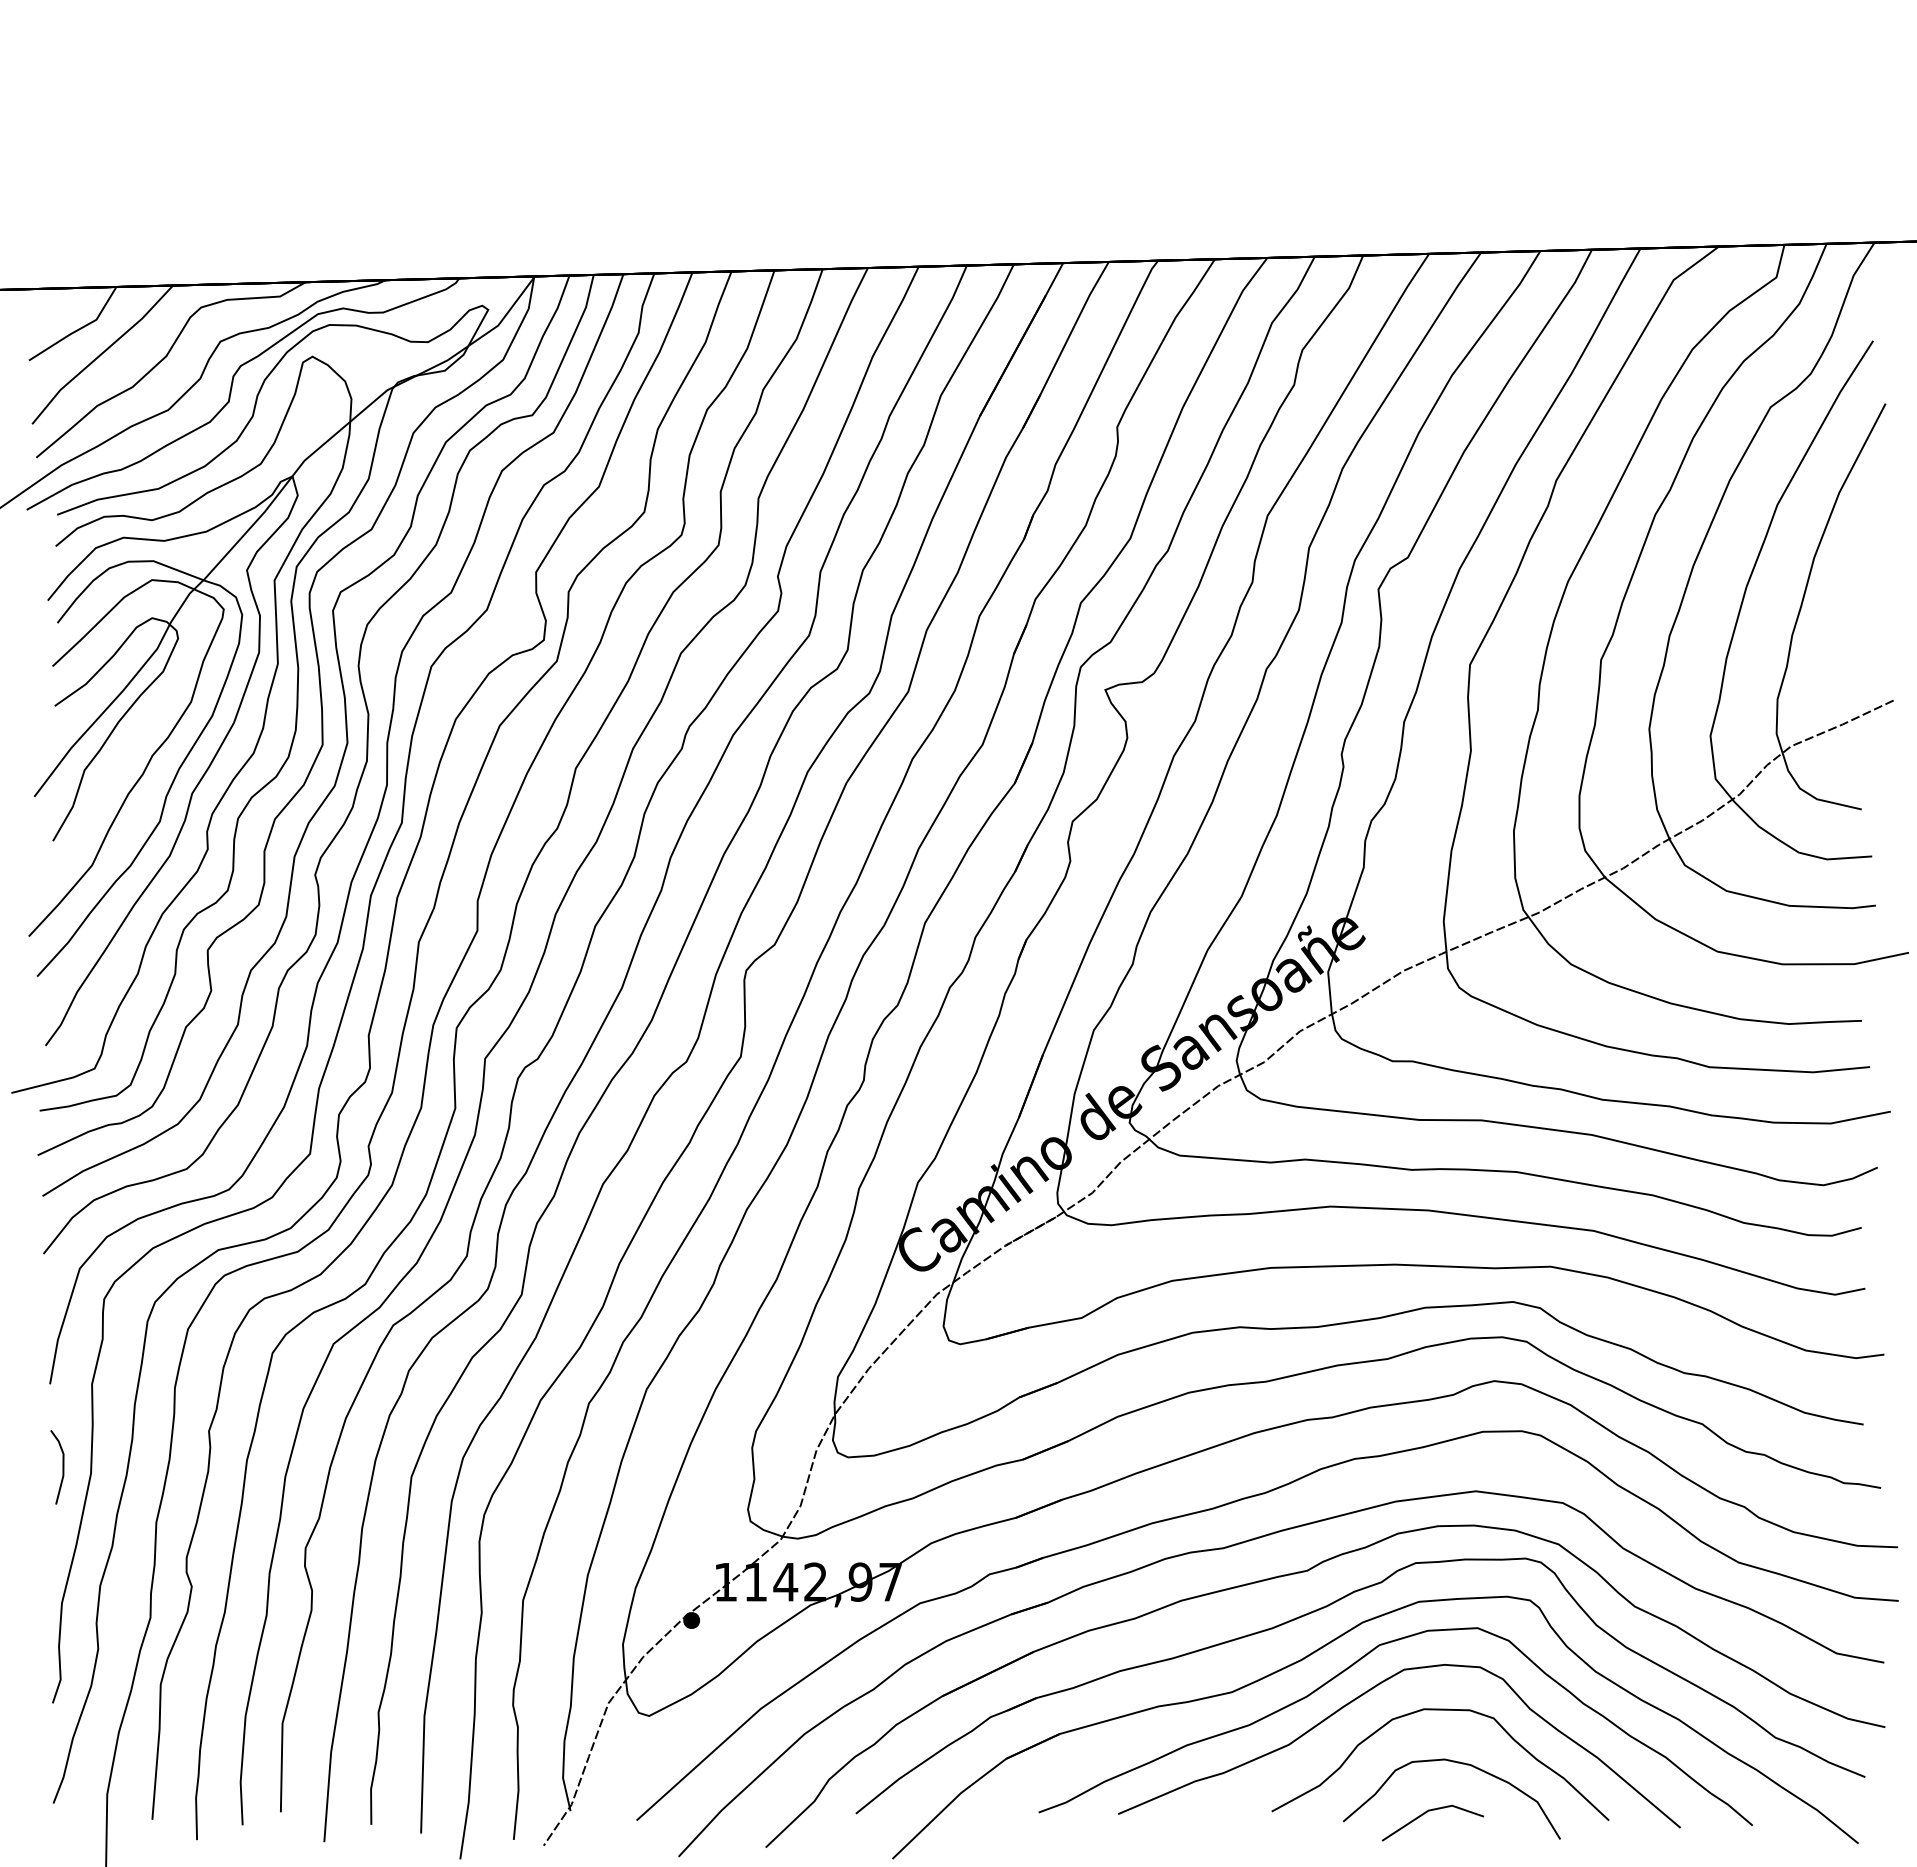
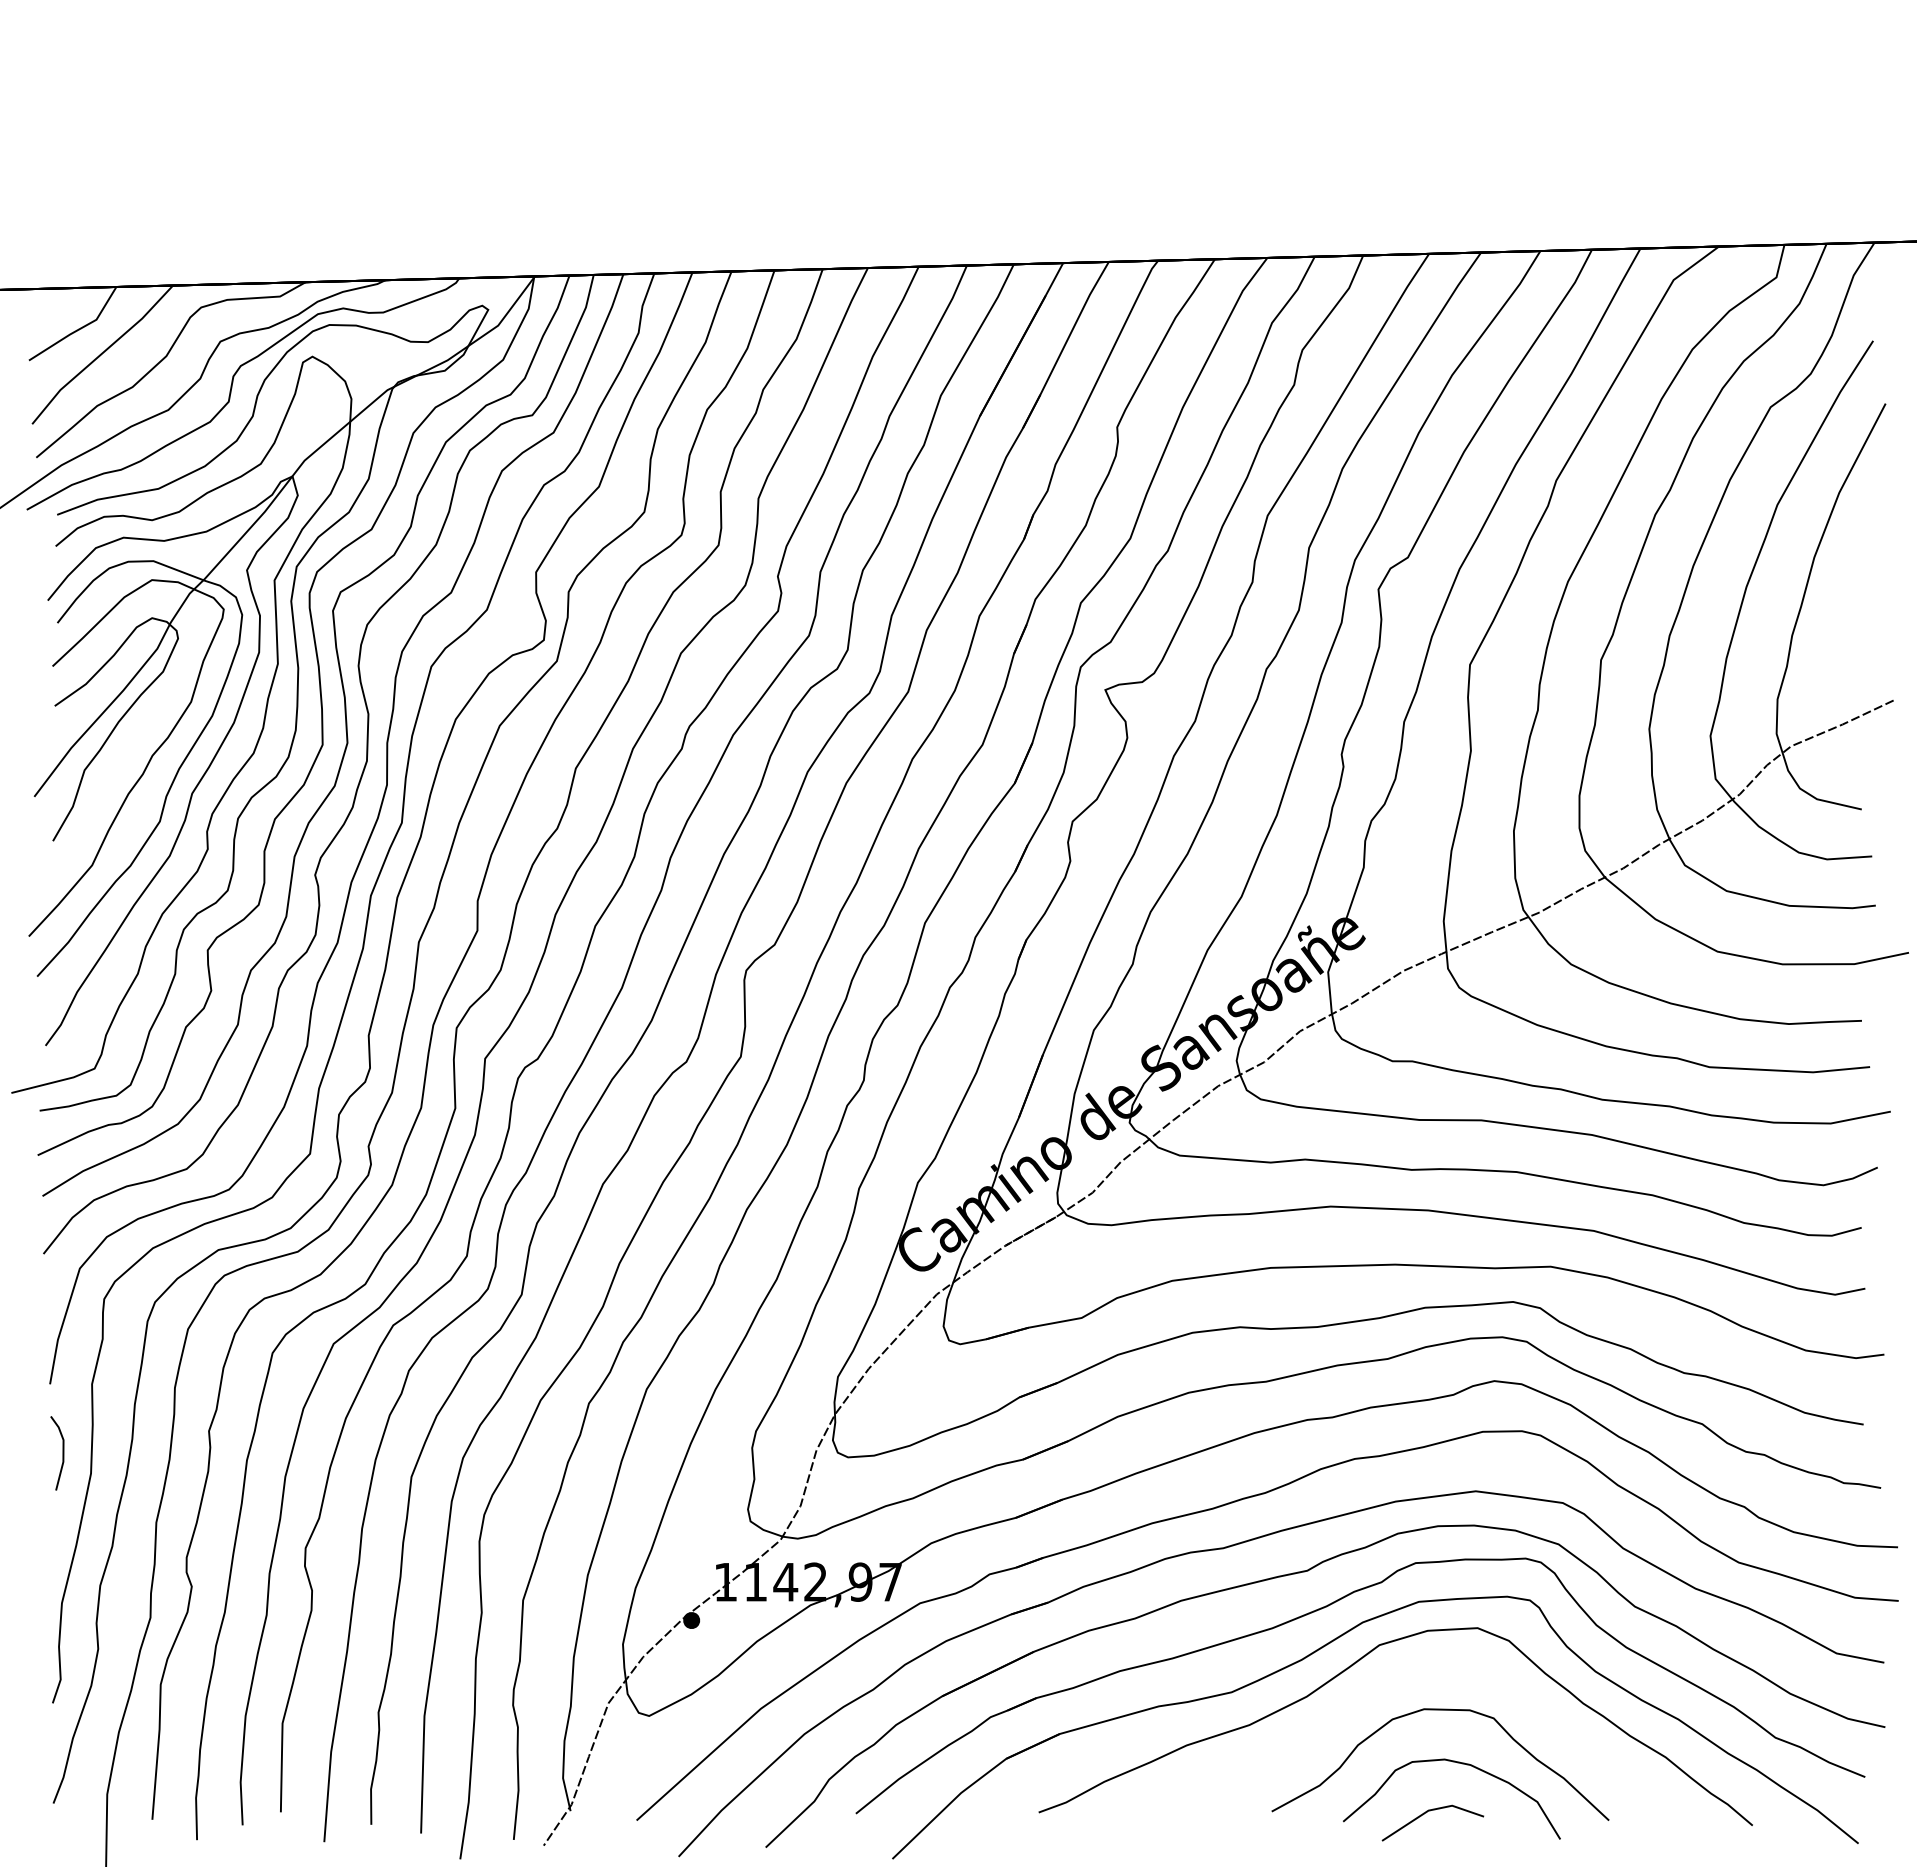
line at (62, 1467) position: (62, 1467) -> (62, 1453)
curve at (1363, 1695): present -> none
